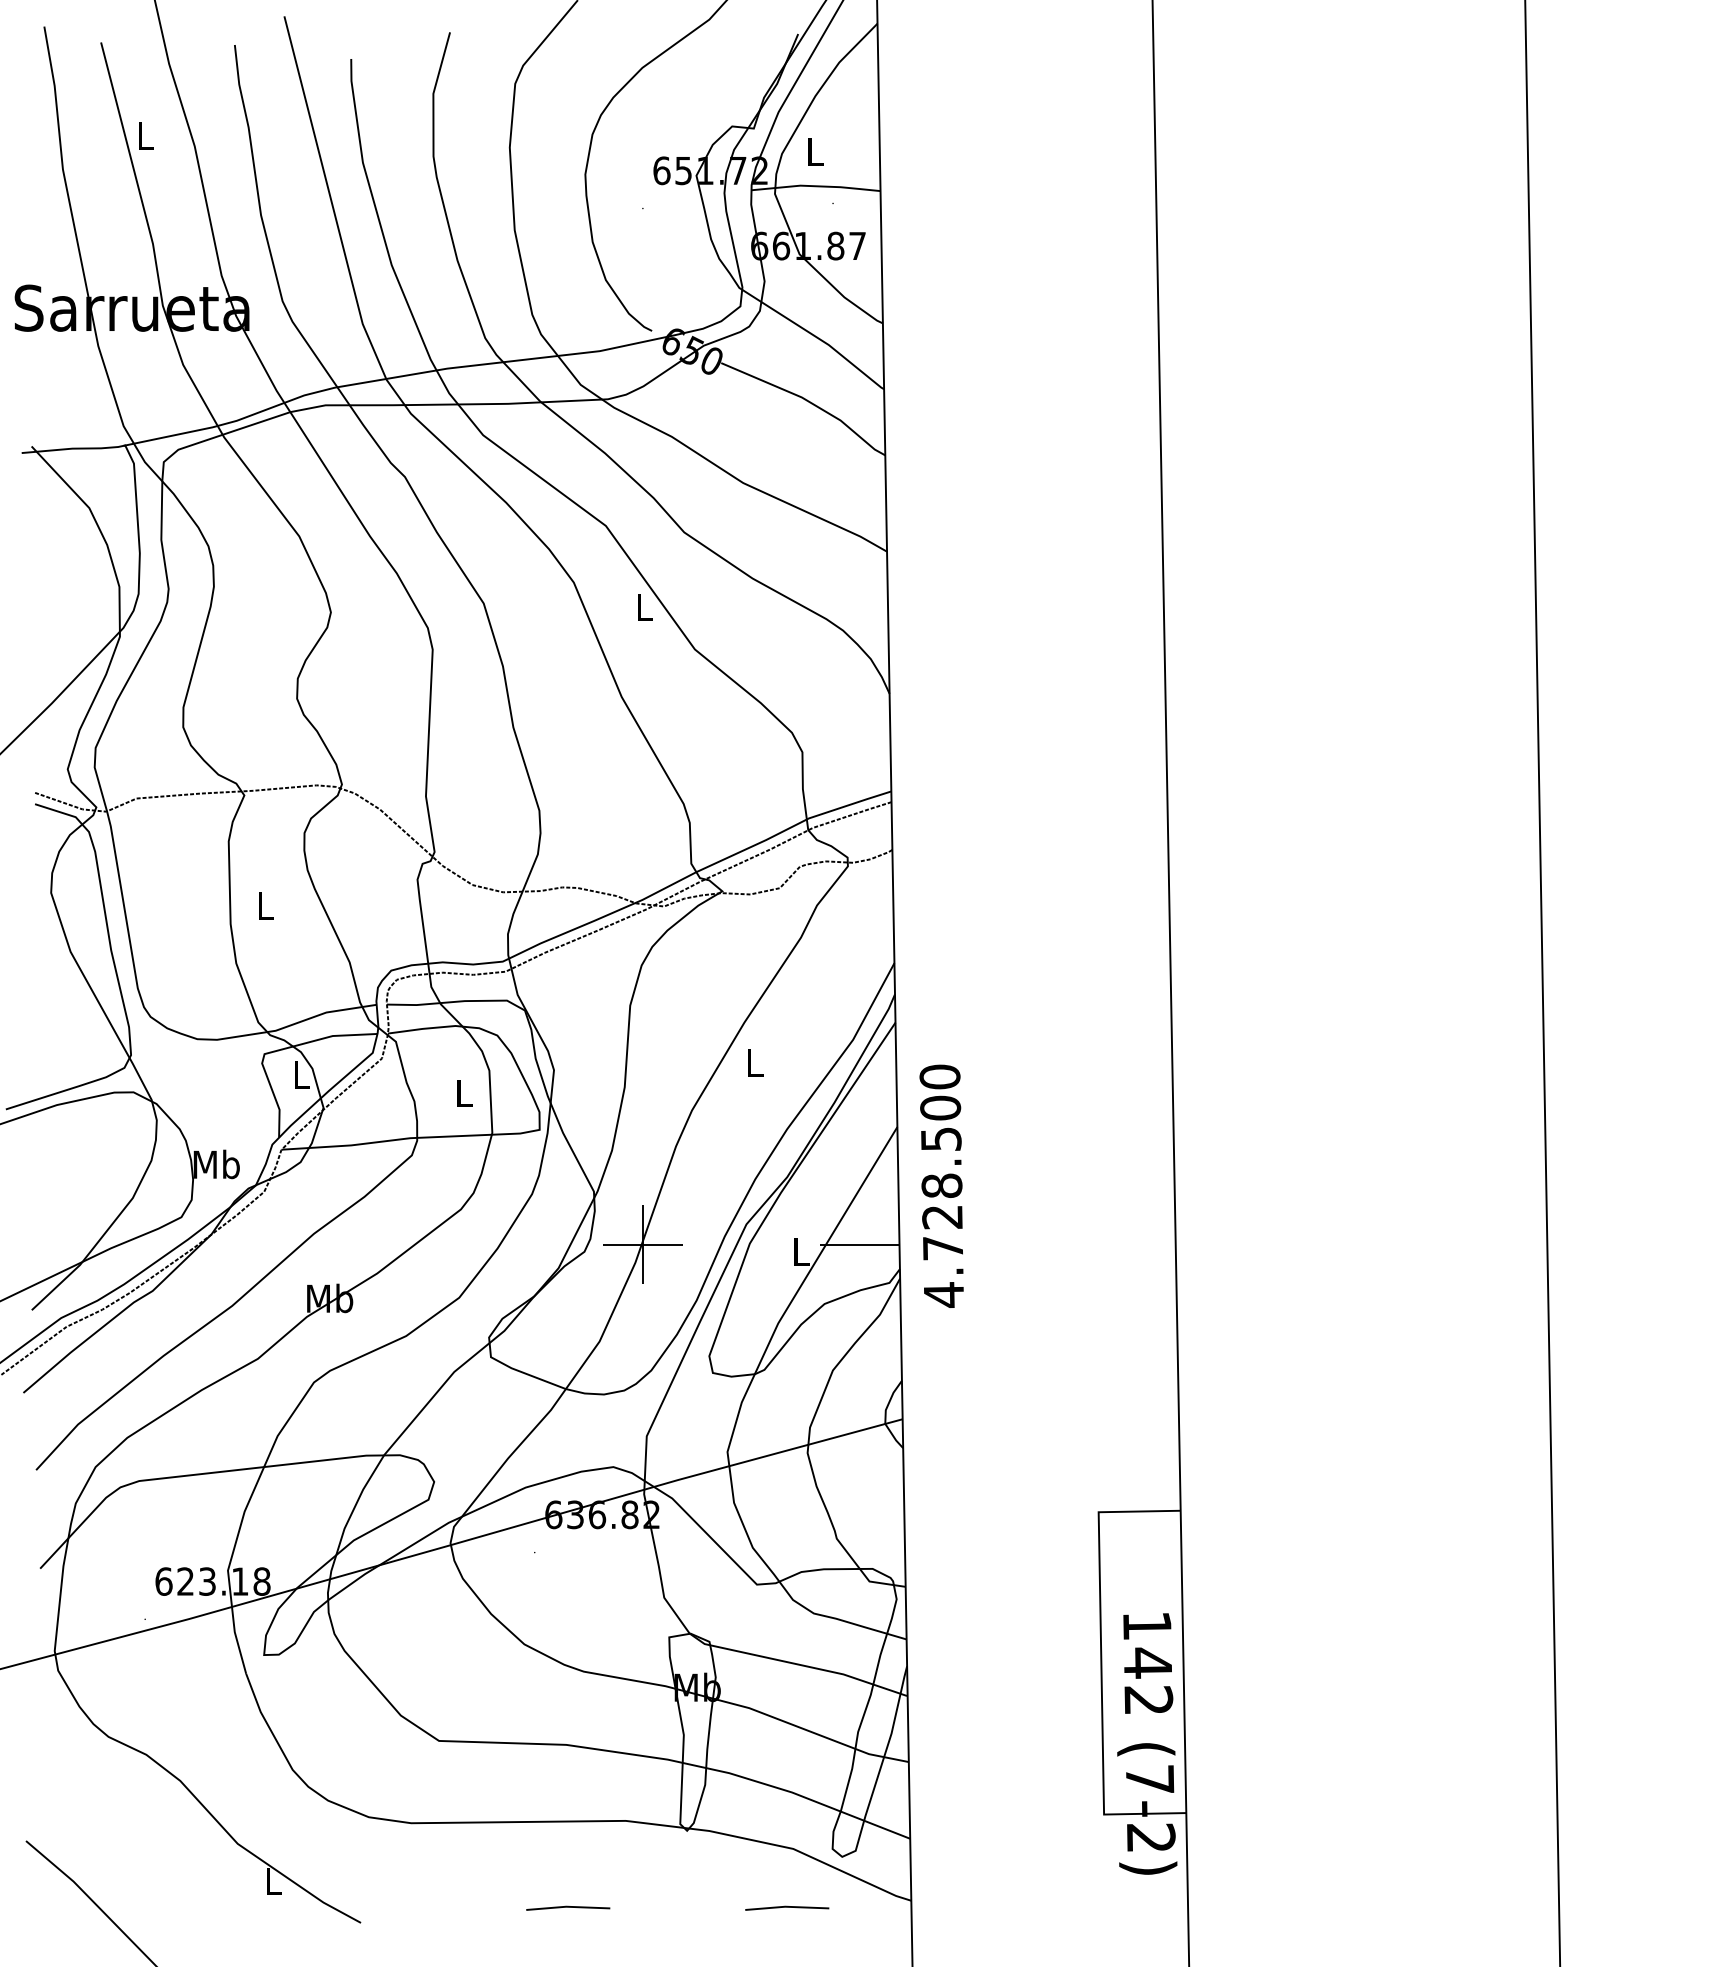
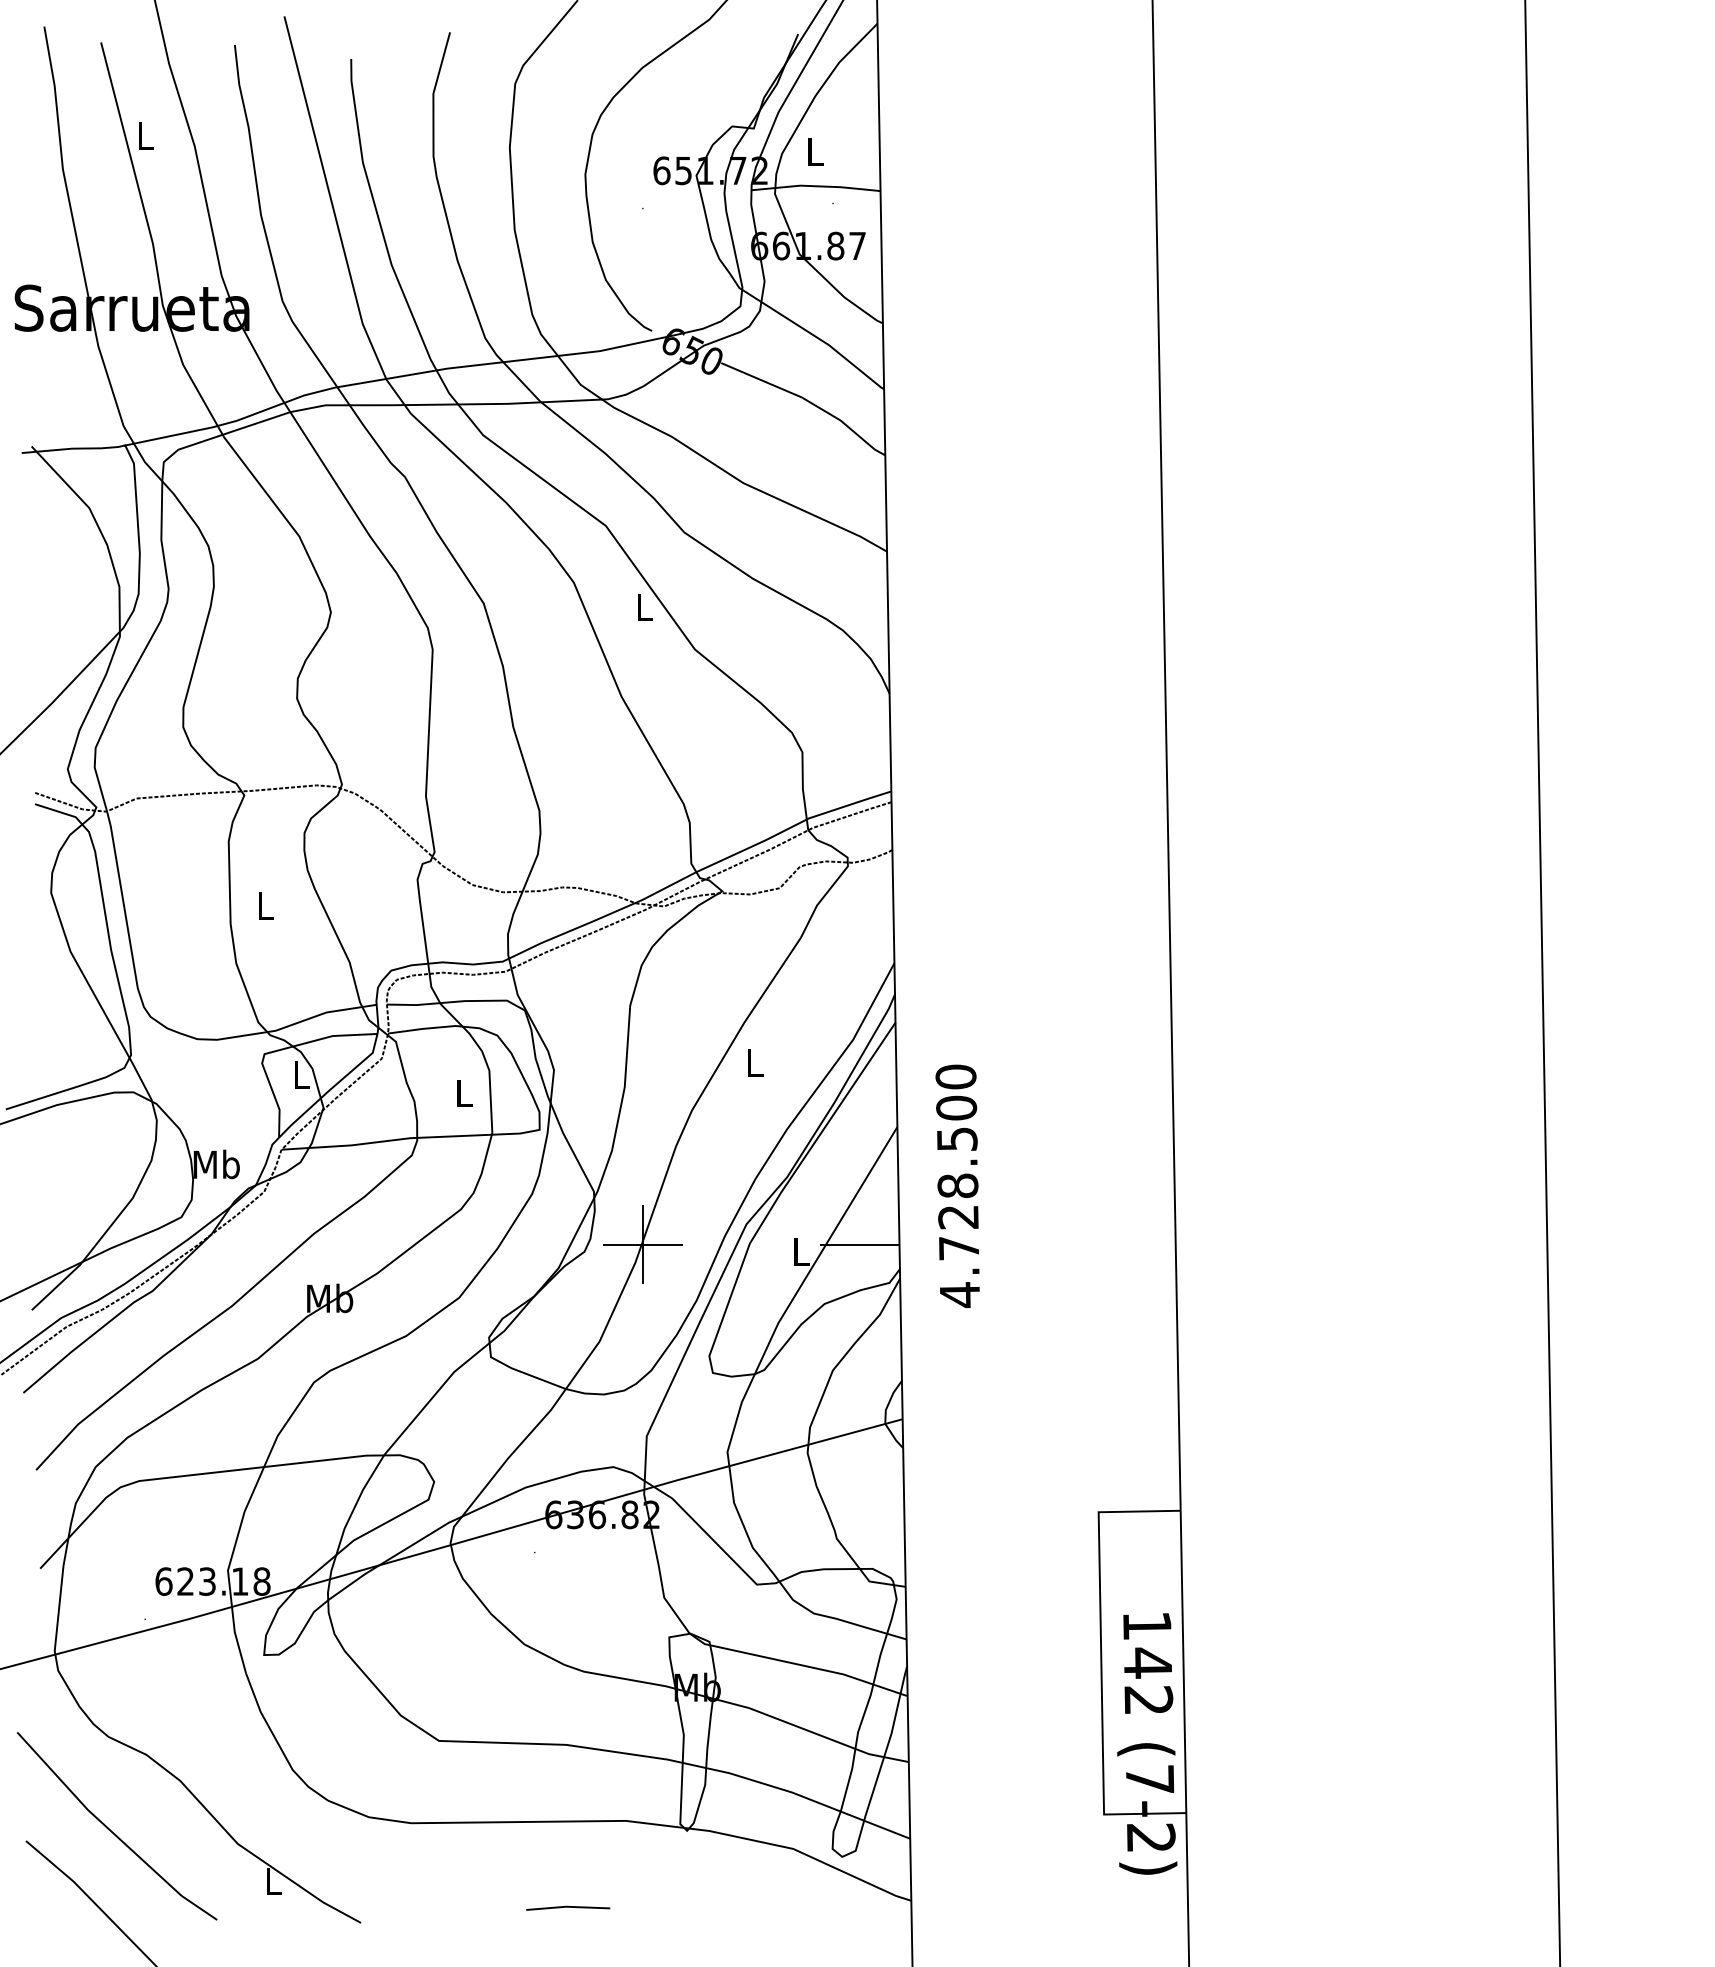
text at (941, 1185) position: (941, 1185) -> (957, 1185)
line at (112, 1831): none -> present
line at (787, 1907): present -> none
